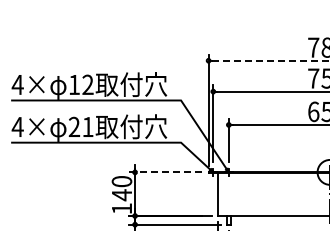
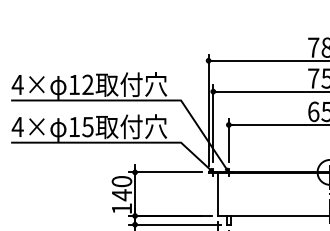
line at (271, 60): dashed -> solid
text at (80, 126): 21 -> 15
line at (165, 172): dashed -> solid
